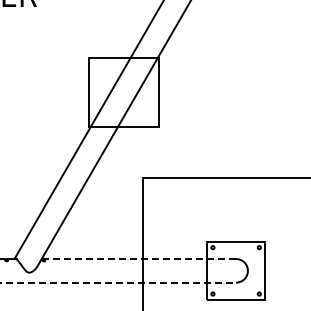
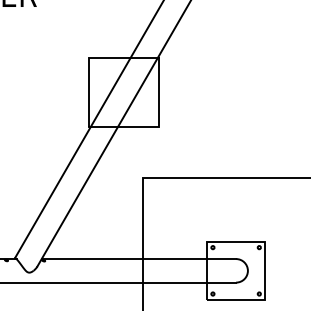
line at (138, 259): dashed -> solid
line at (118, 282): dashed -> solid
